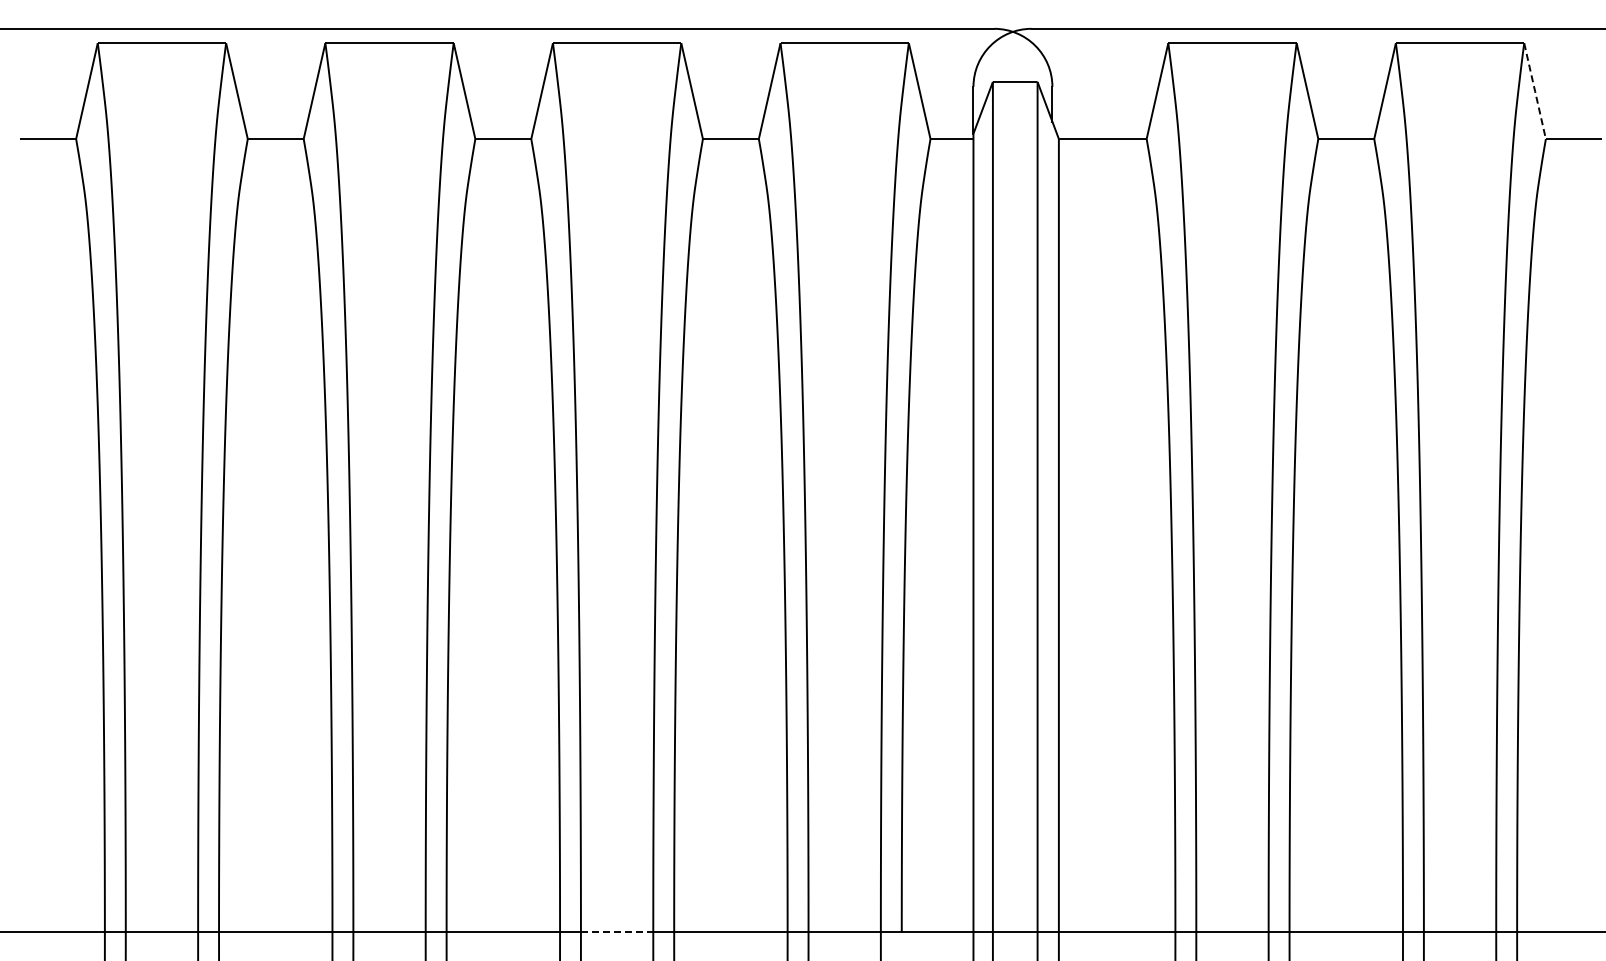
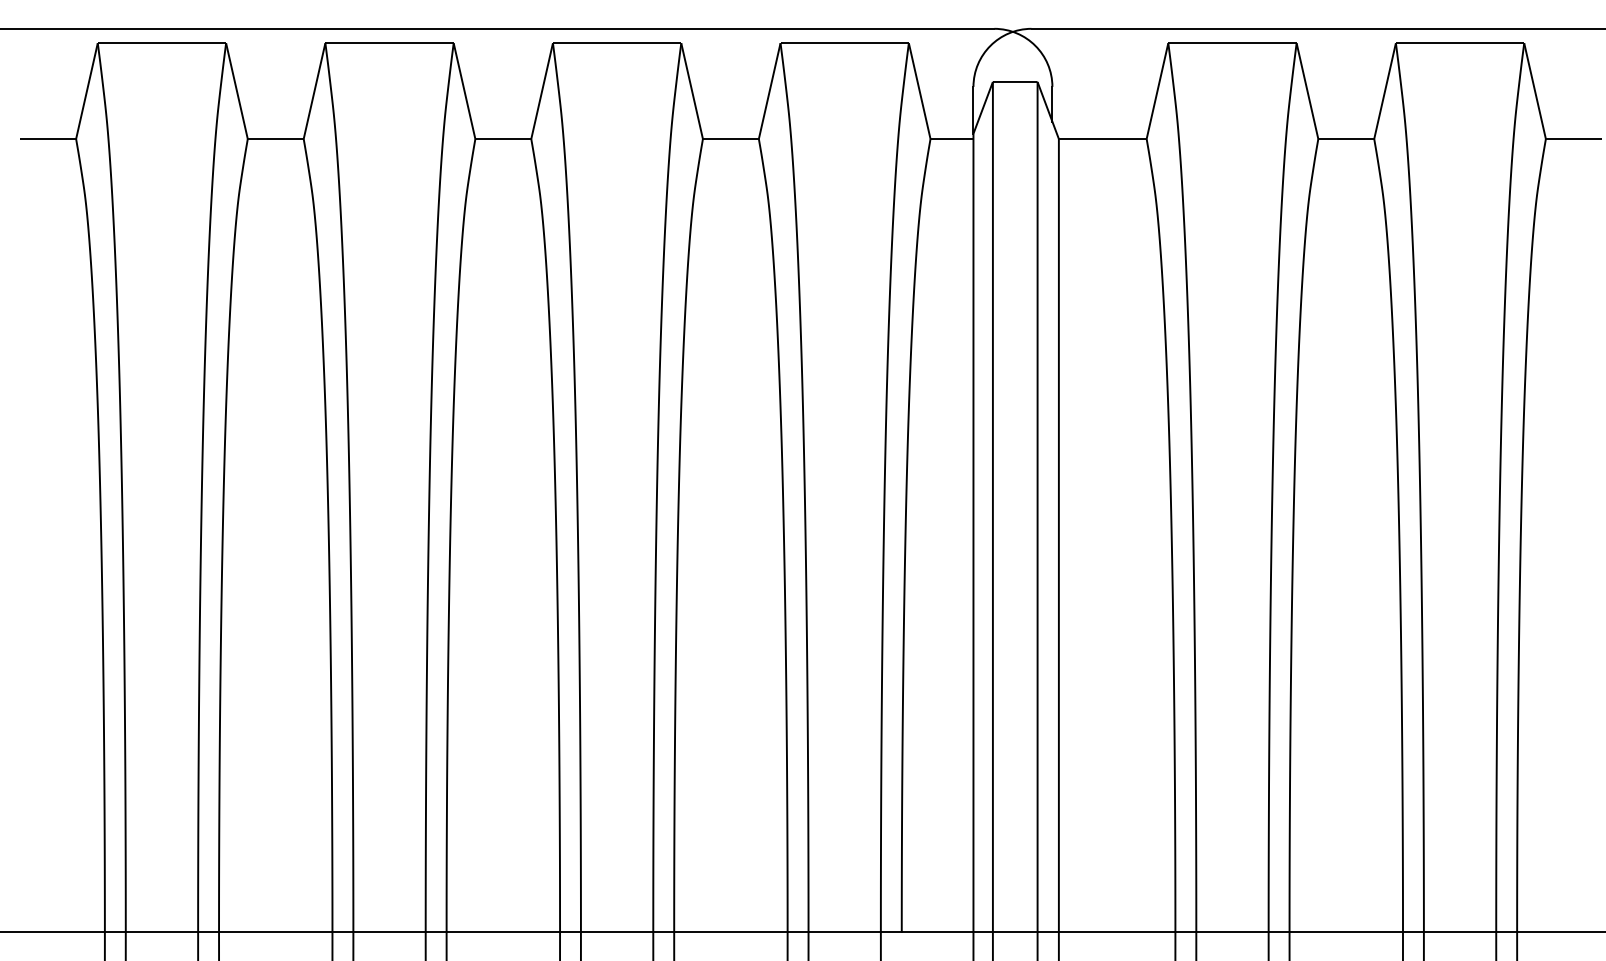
line at (1535, 91): dashed -> solid
line at (617, 932): dashed -> solid
